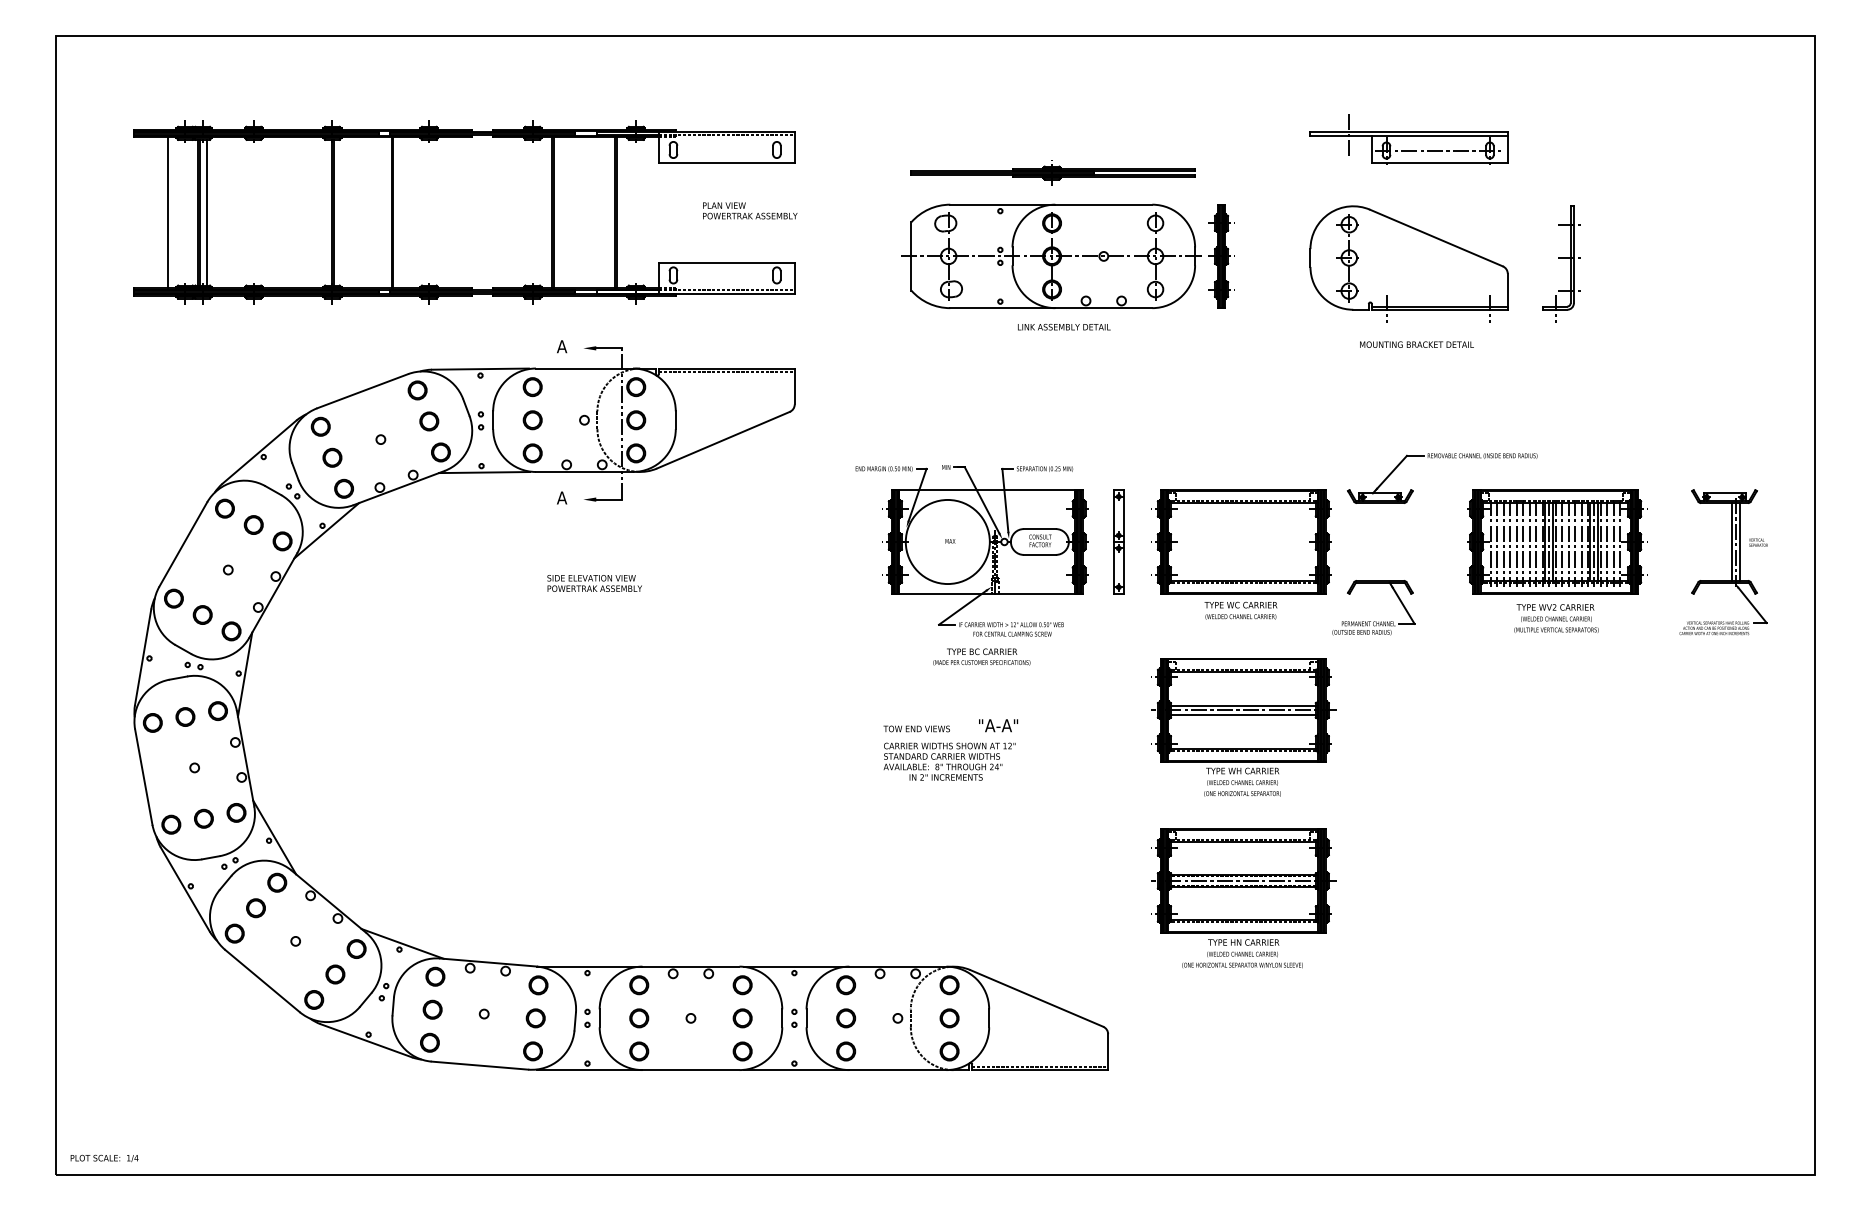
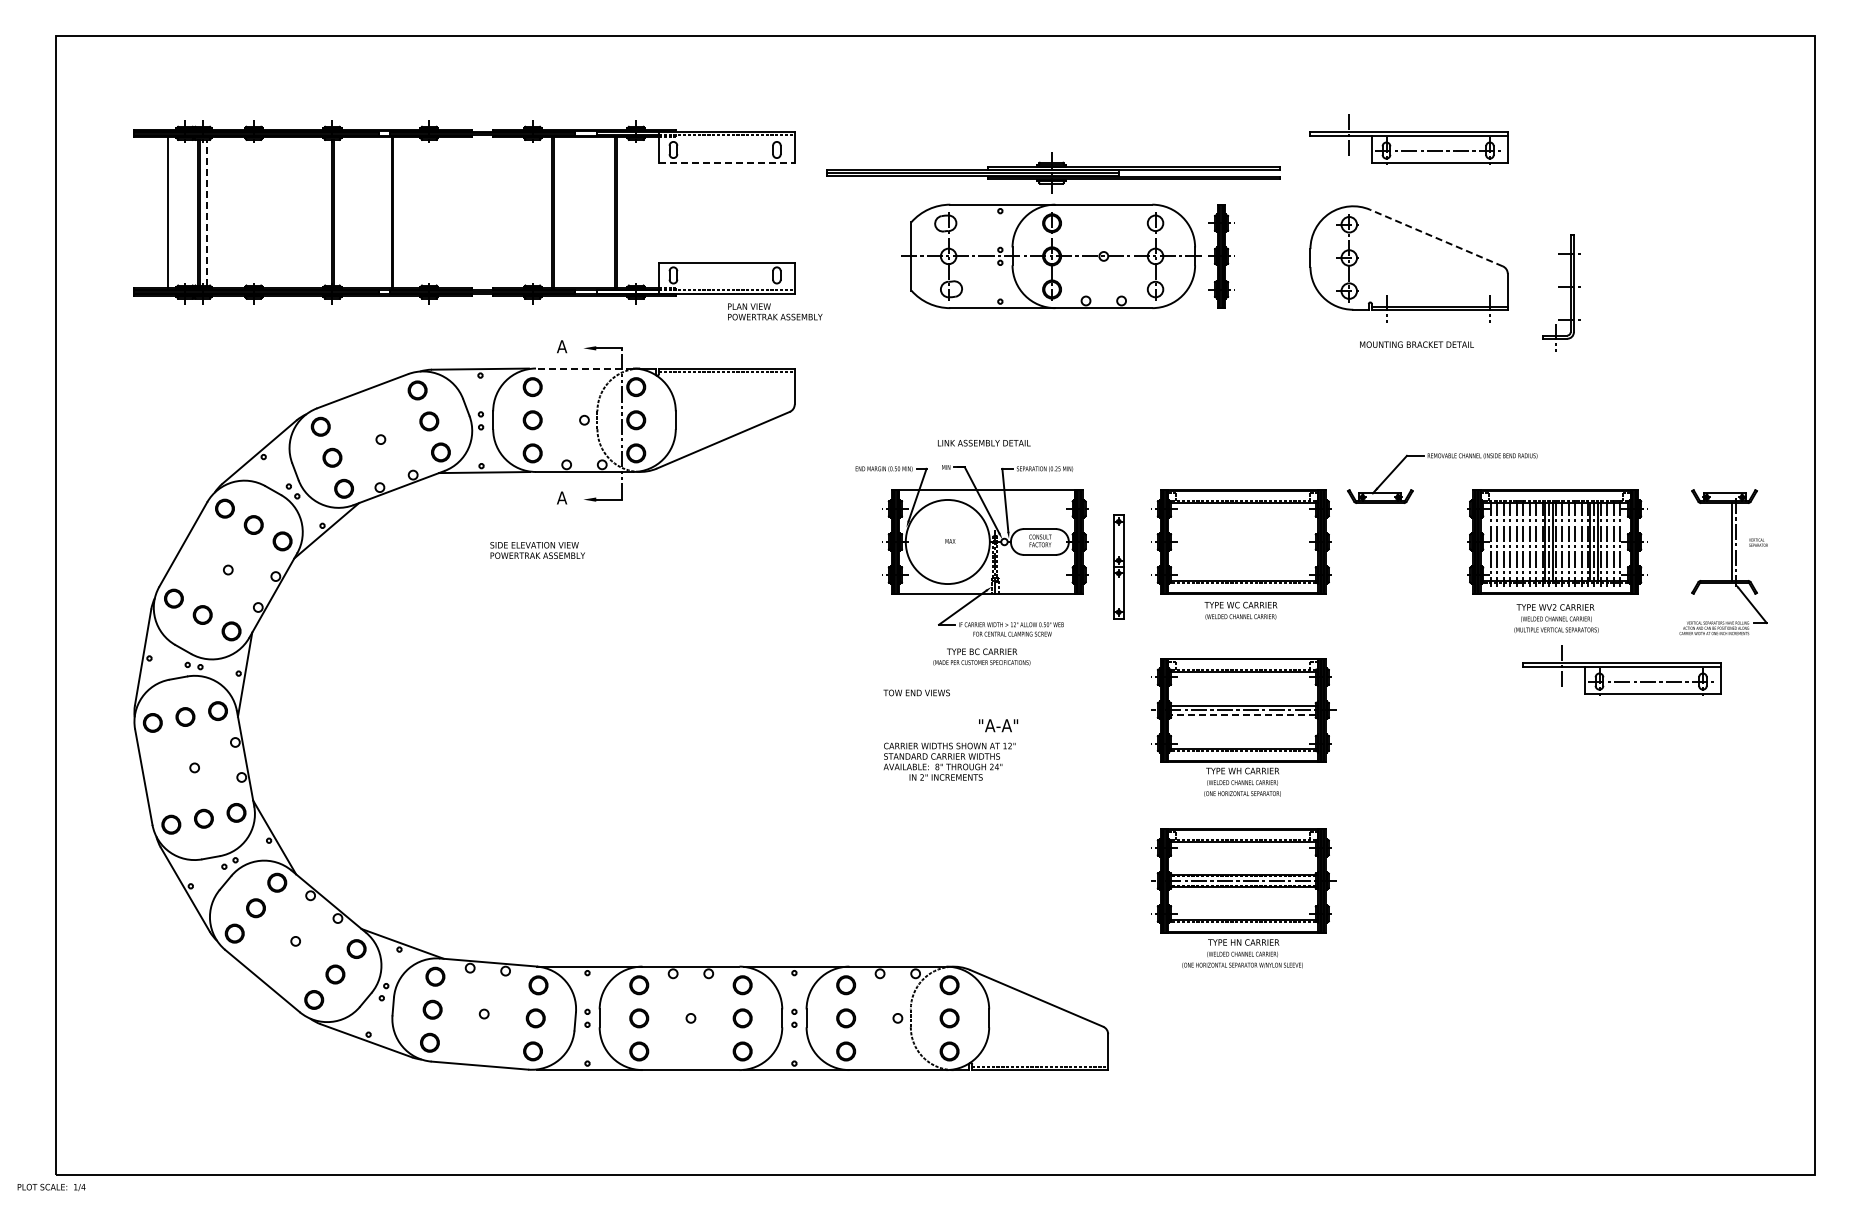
line at (726, 162): solid -> dashed
part at (1052, 172) size: 286x26 px -> 455x42 px
text at (750, 210) position: (750, 210) -> (775, 311)
line at (206, 212): solid -> dashed
line at (1436, 237): solid -> dashed
part at (1561, 263) position: (1561, 263) -> (1561, 292)
text at (1064, 326) position: (1064, 326) -> (984, 442)
line at (583, 368): solid -> dashed
part at (1118, 541) position: (1118, 541) -> (1118, 566)
line at (1739, 541): present -> none
text at (594, 583) position: (594, 583) -> (537, 550)
part at (1373, 621): present -> none
part at (1621, 670): none -> present
line at (1242, 715): solid -> dashed
text at (916, 728) position: (916, 728) -> (916, 692)
text at (104, 1158) position: (104, 1158) -> (51, 1187)
